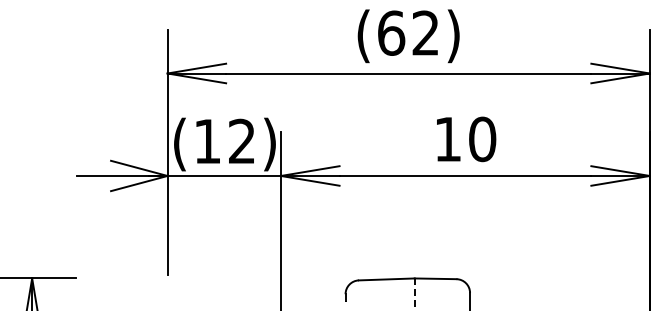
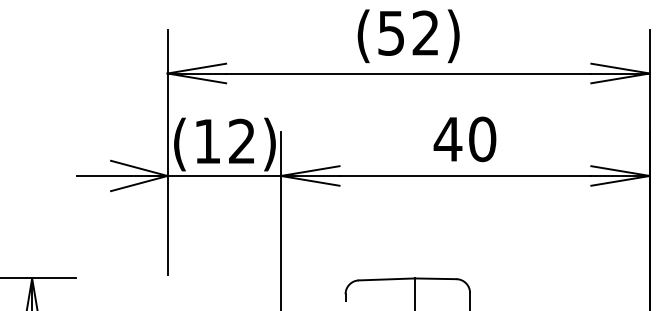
text at (391, 32): (62) -> (52)
text at (447, 139): 10 -> 40
line at (414, 294): dashed -> solid
